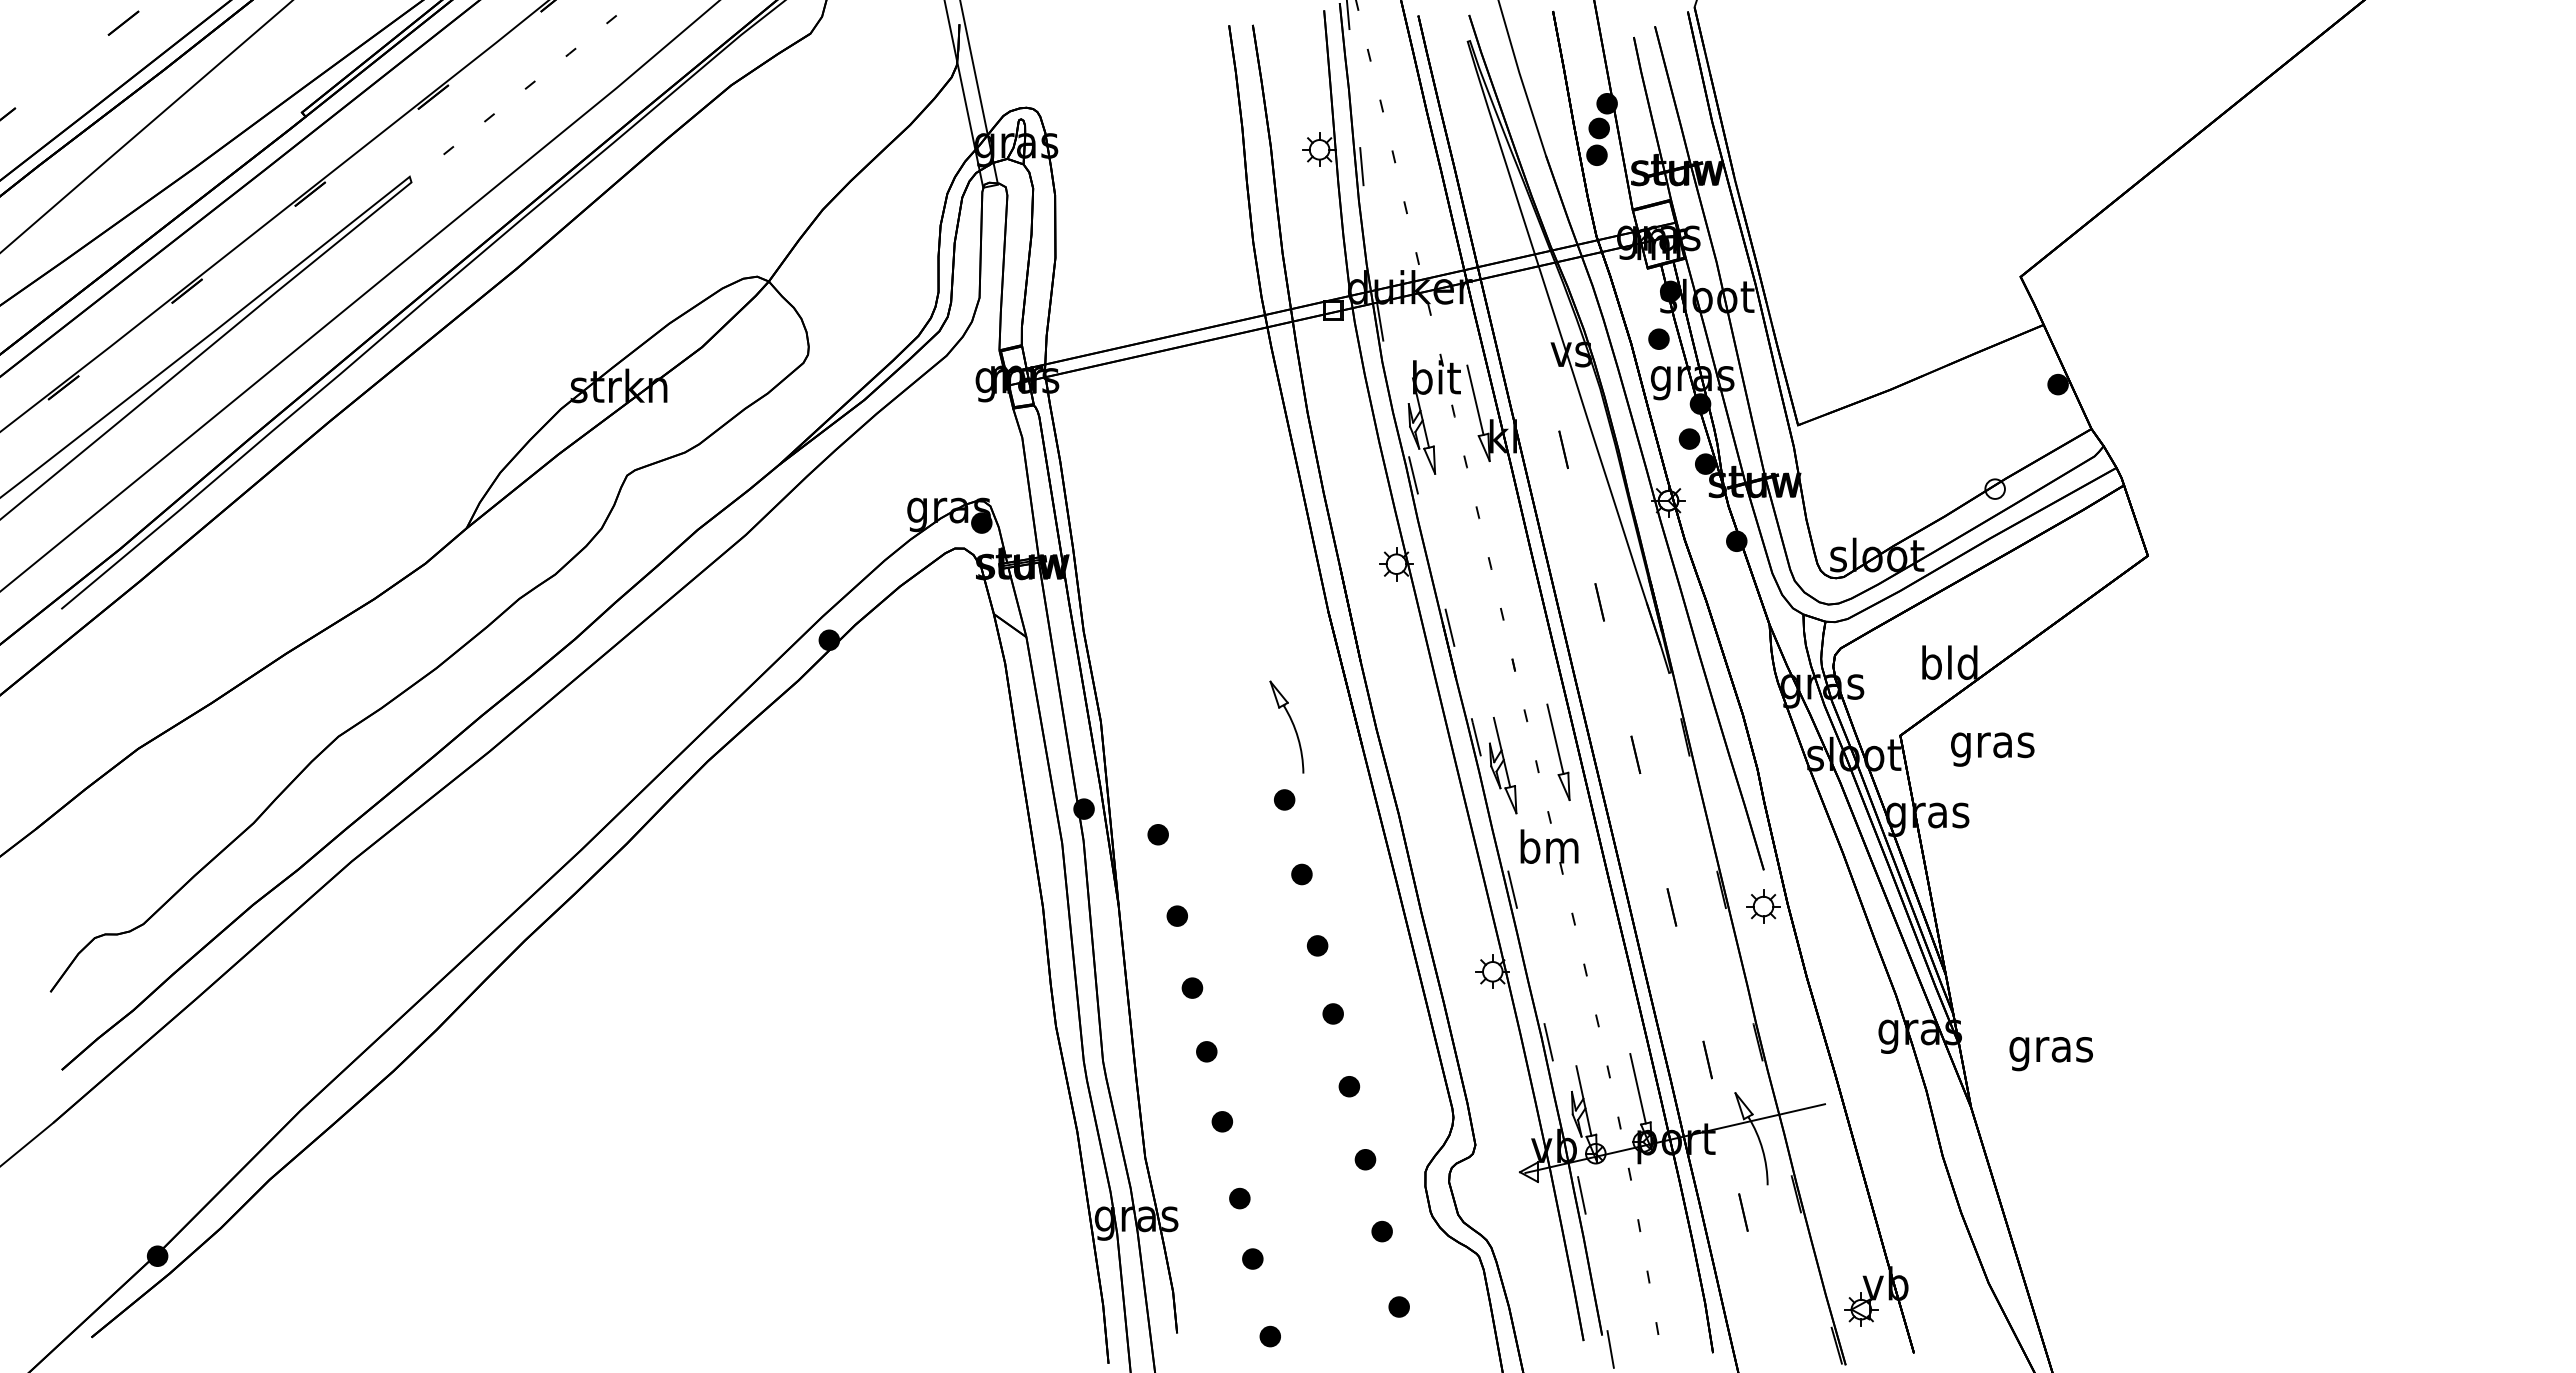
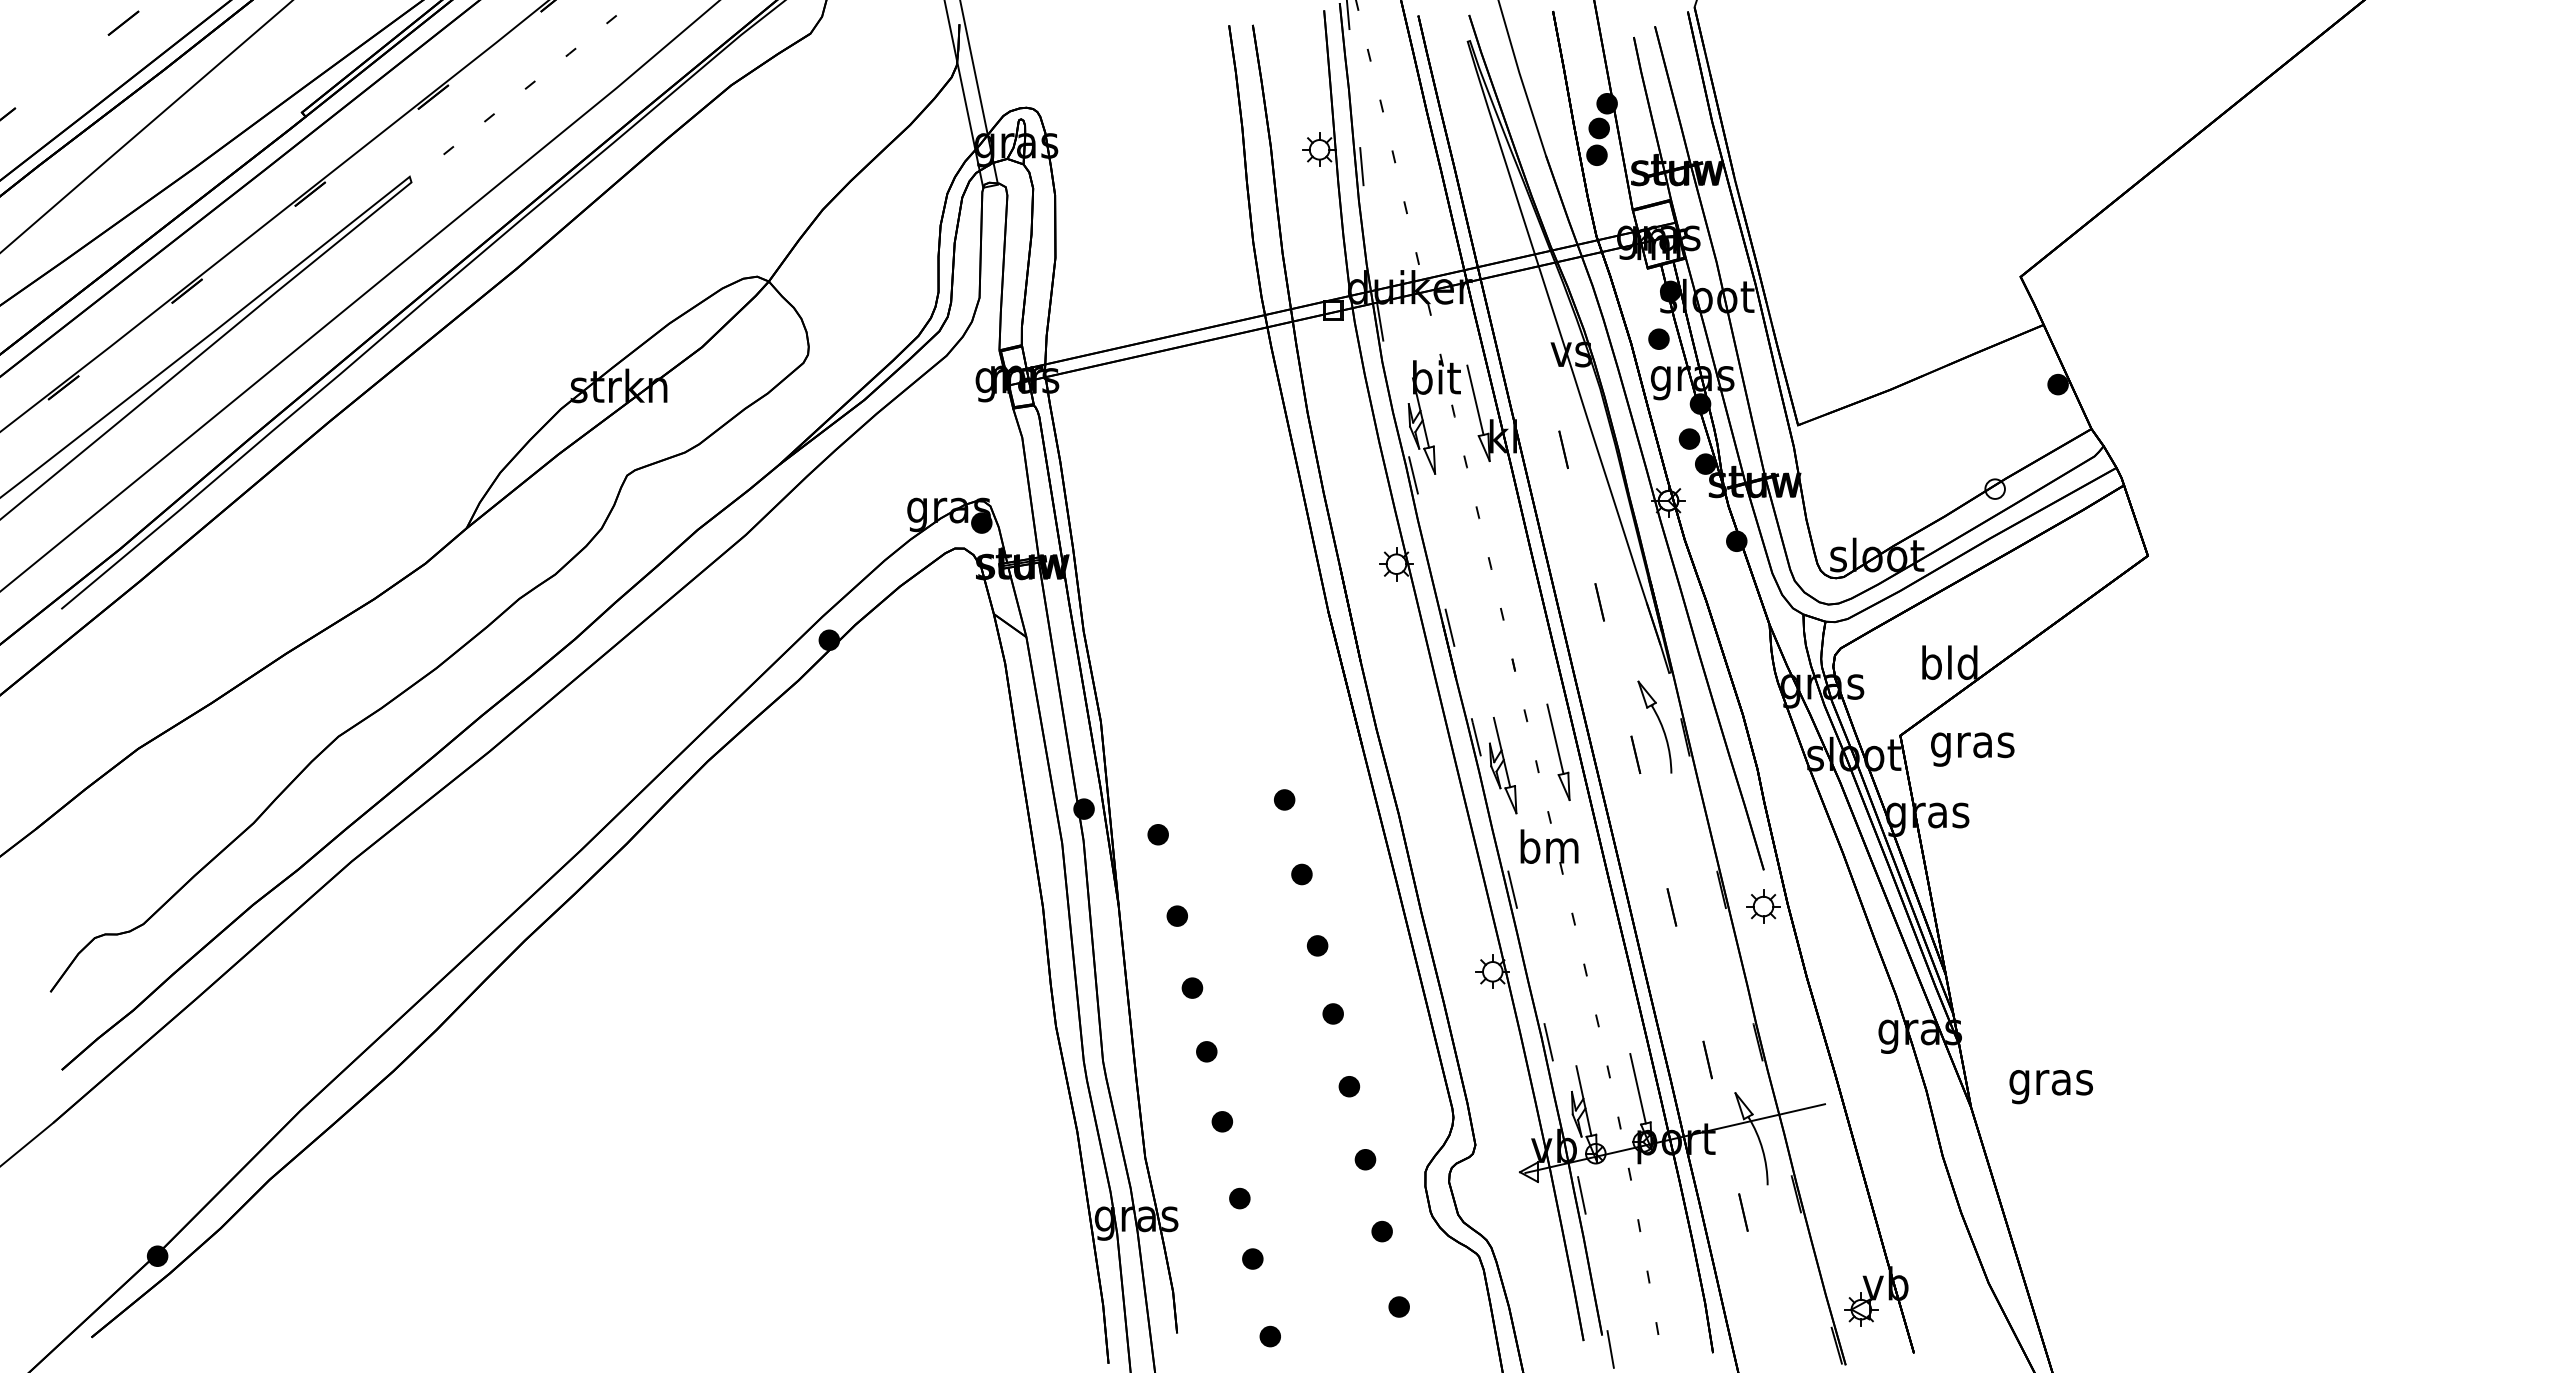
part at (1292, 725) position: (1292, 725) -> (1660, 725)
text at (1992, 749) position: (1992, 749) -> (1972, 749)
text at (2050, 1054) position: (2050, 1054) -> (2050, 1087)
